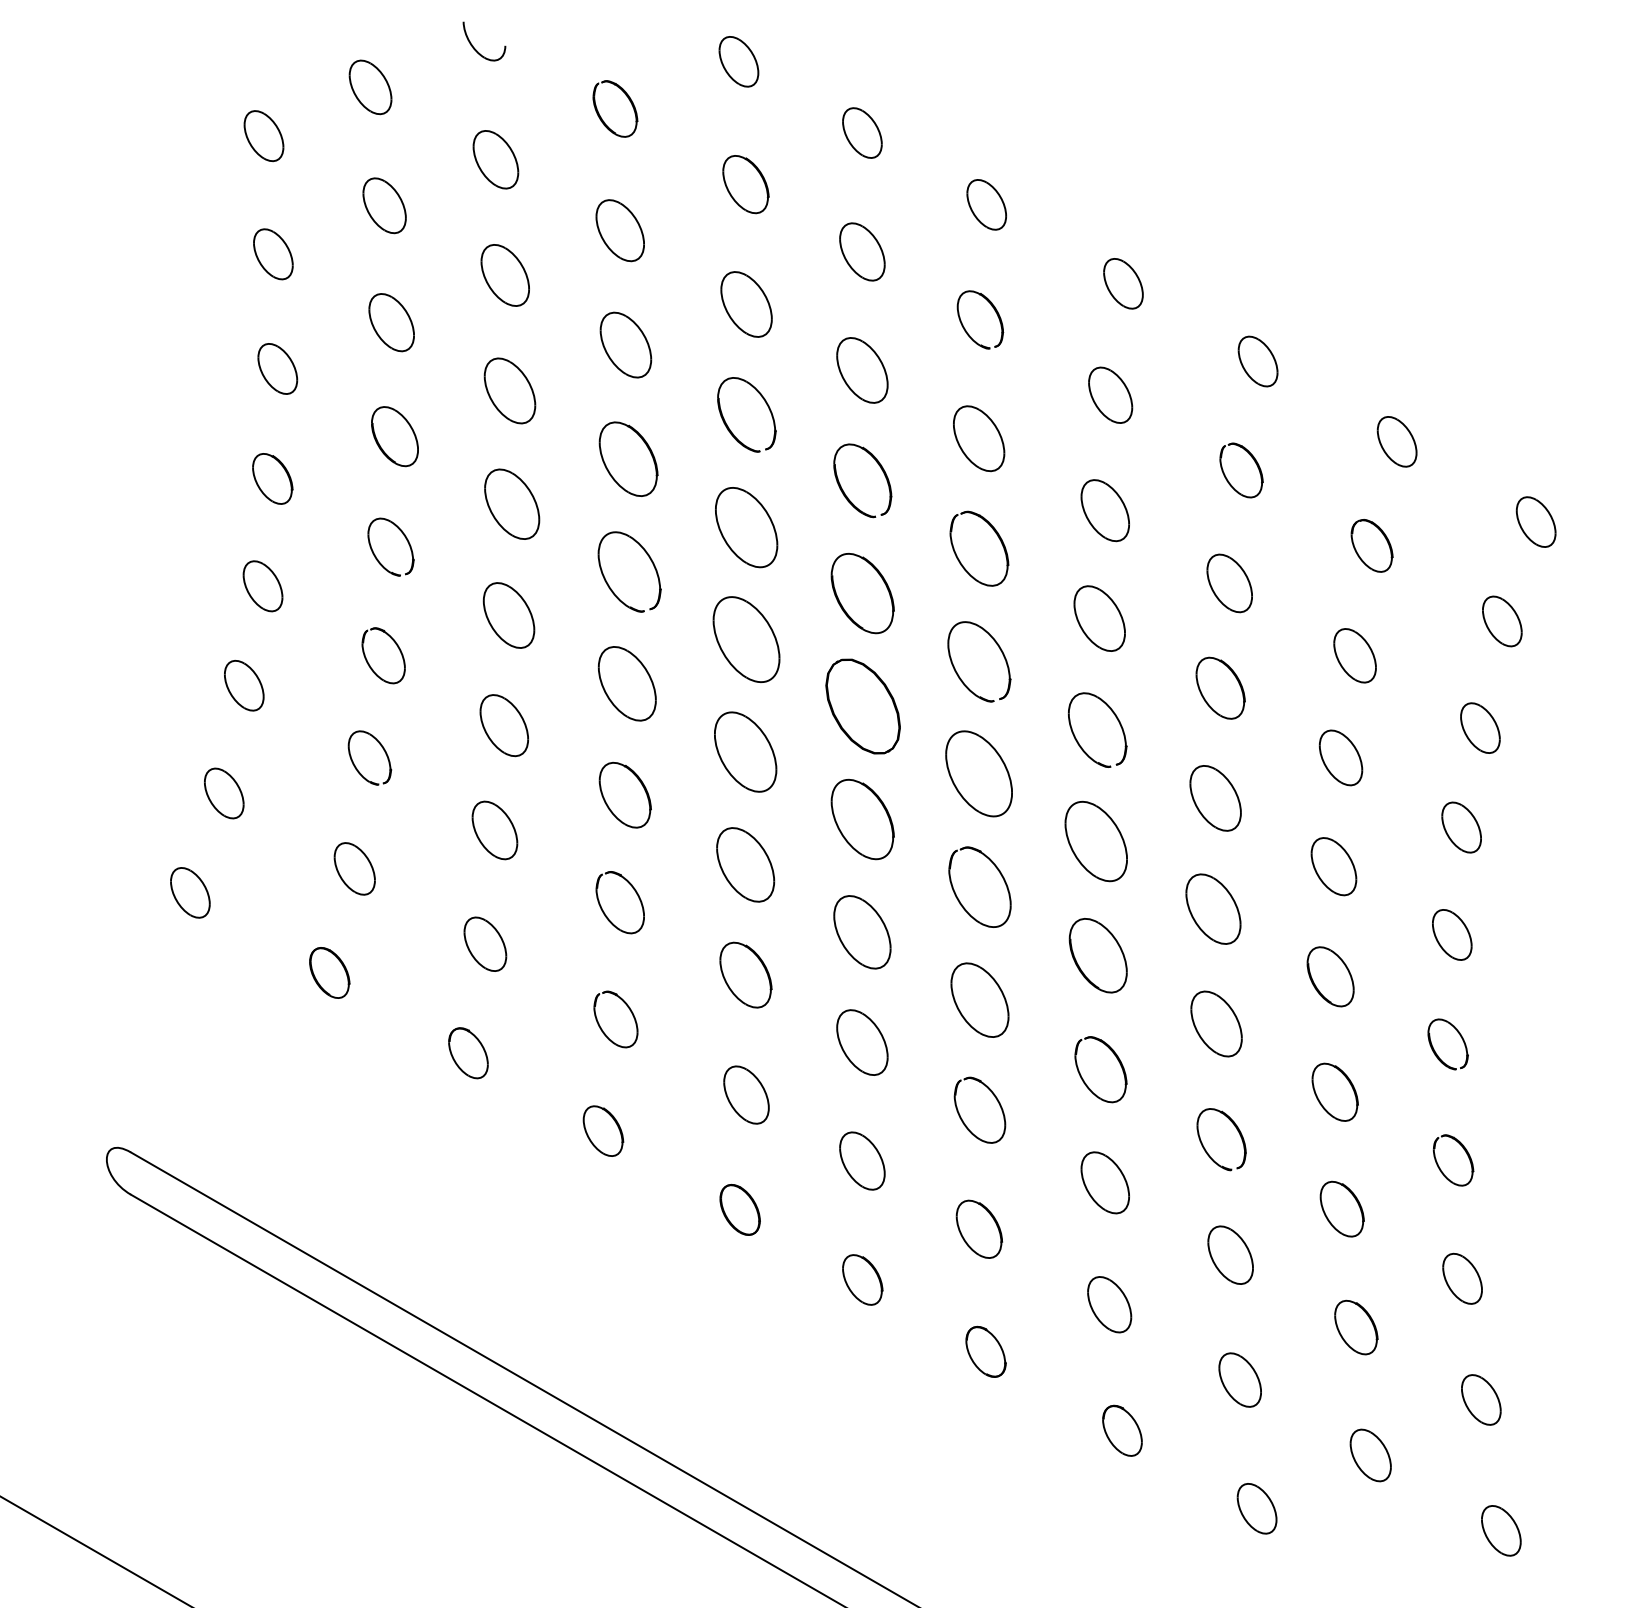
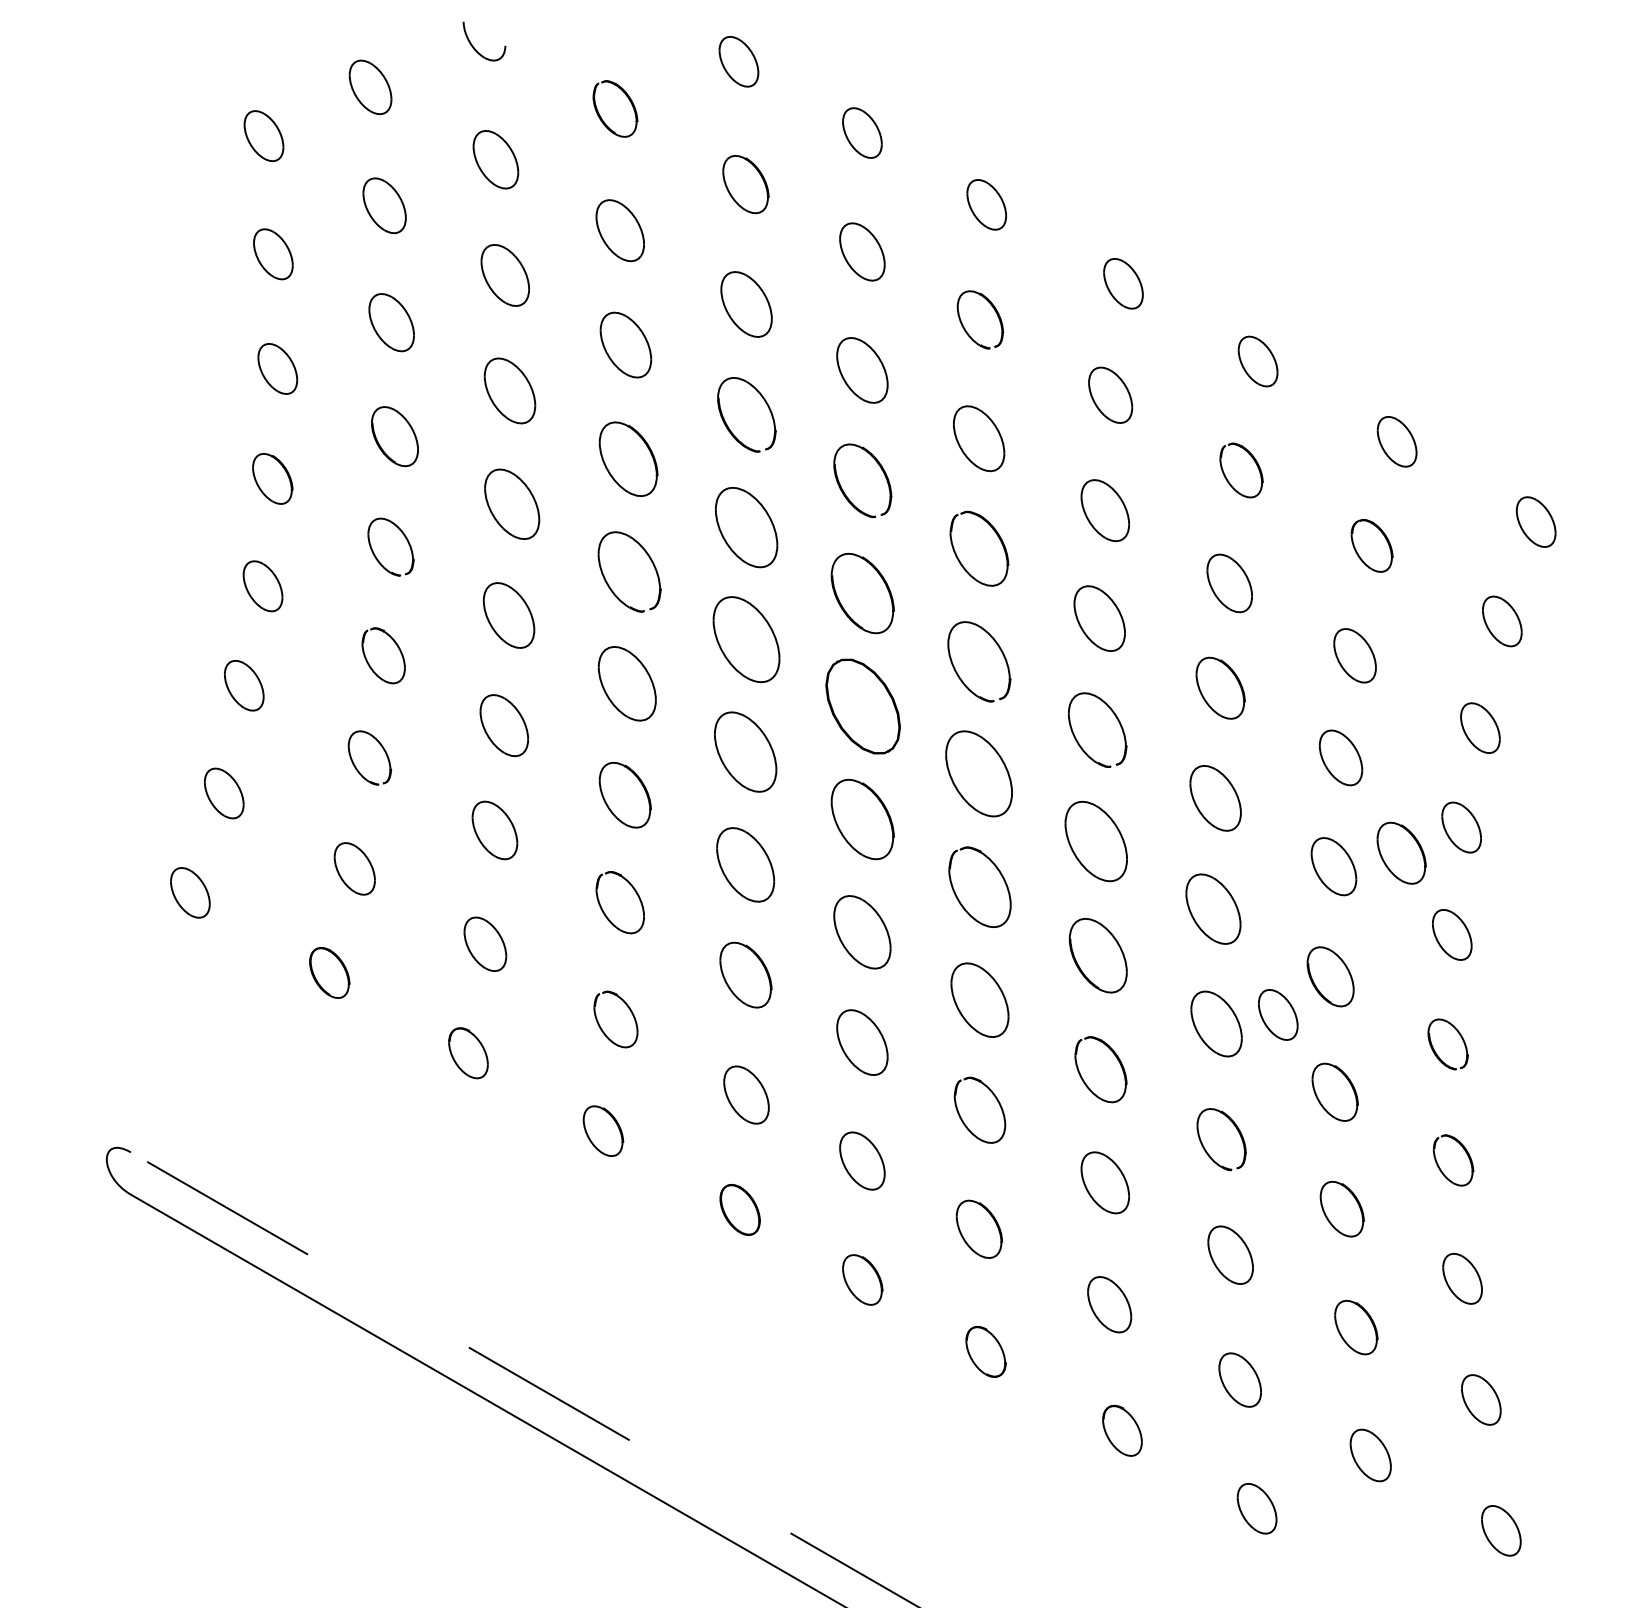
part at (1401, 852): none -> present
part at (1278, 1014): none -> present
line at (524, 1379): solid -> dashed
line at (94, 1550): present -> none
